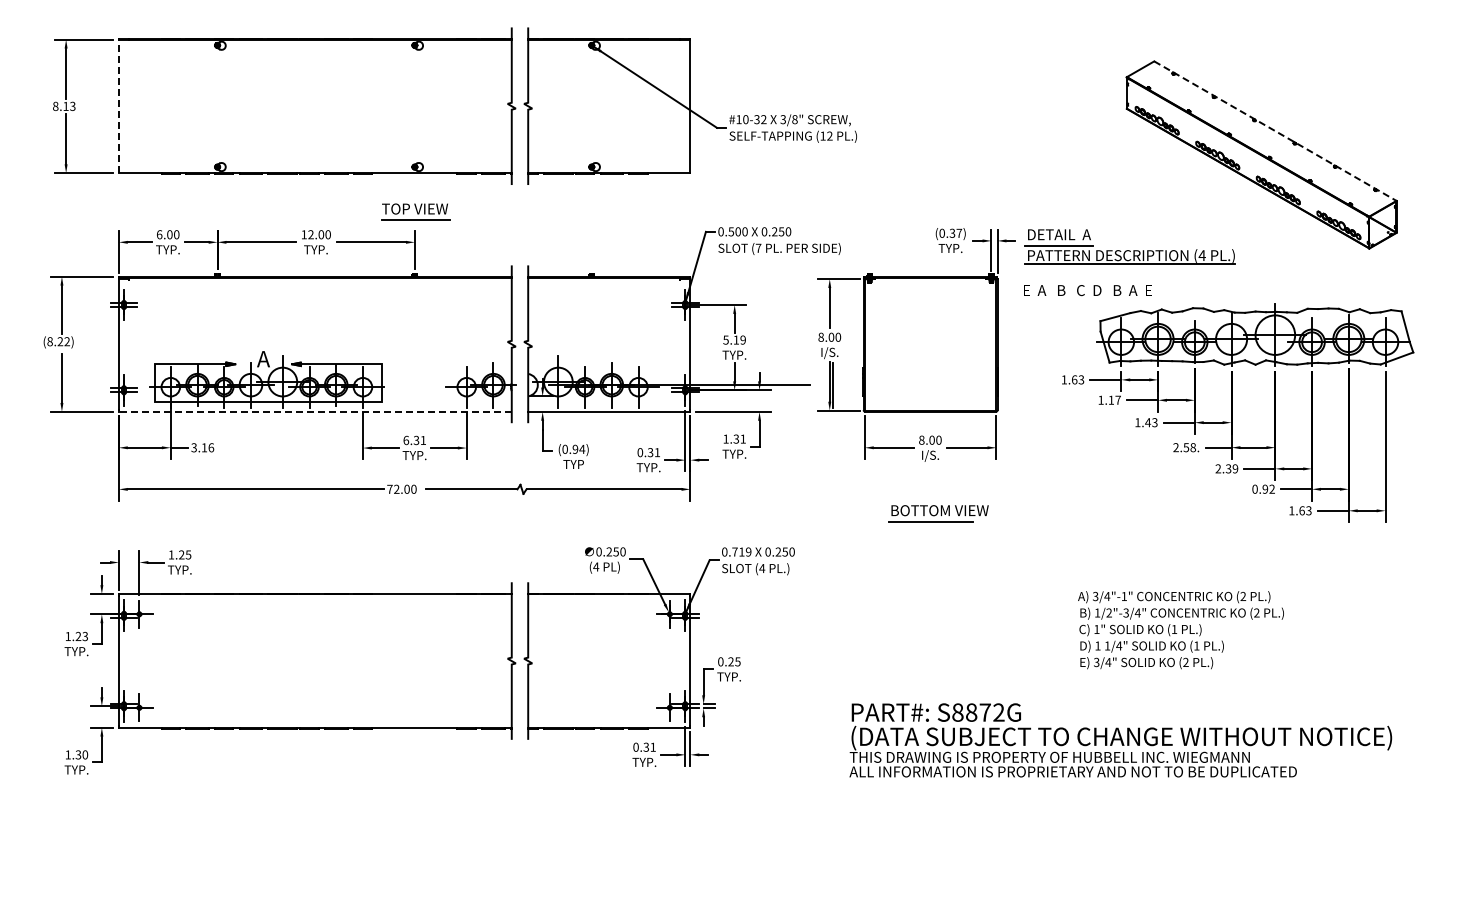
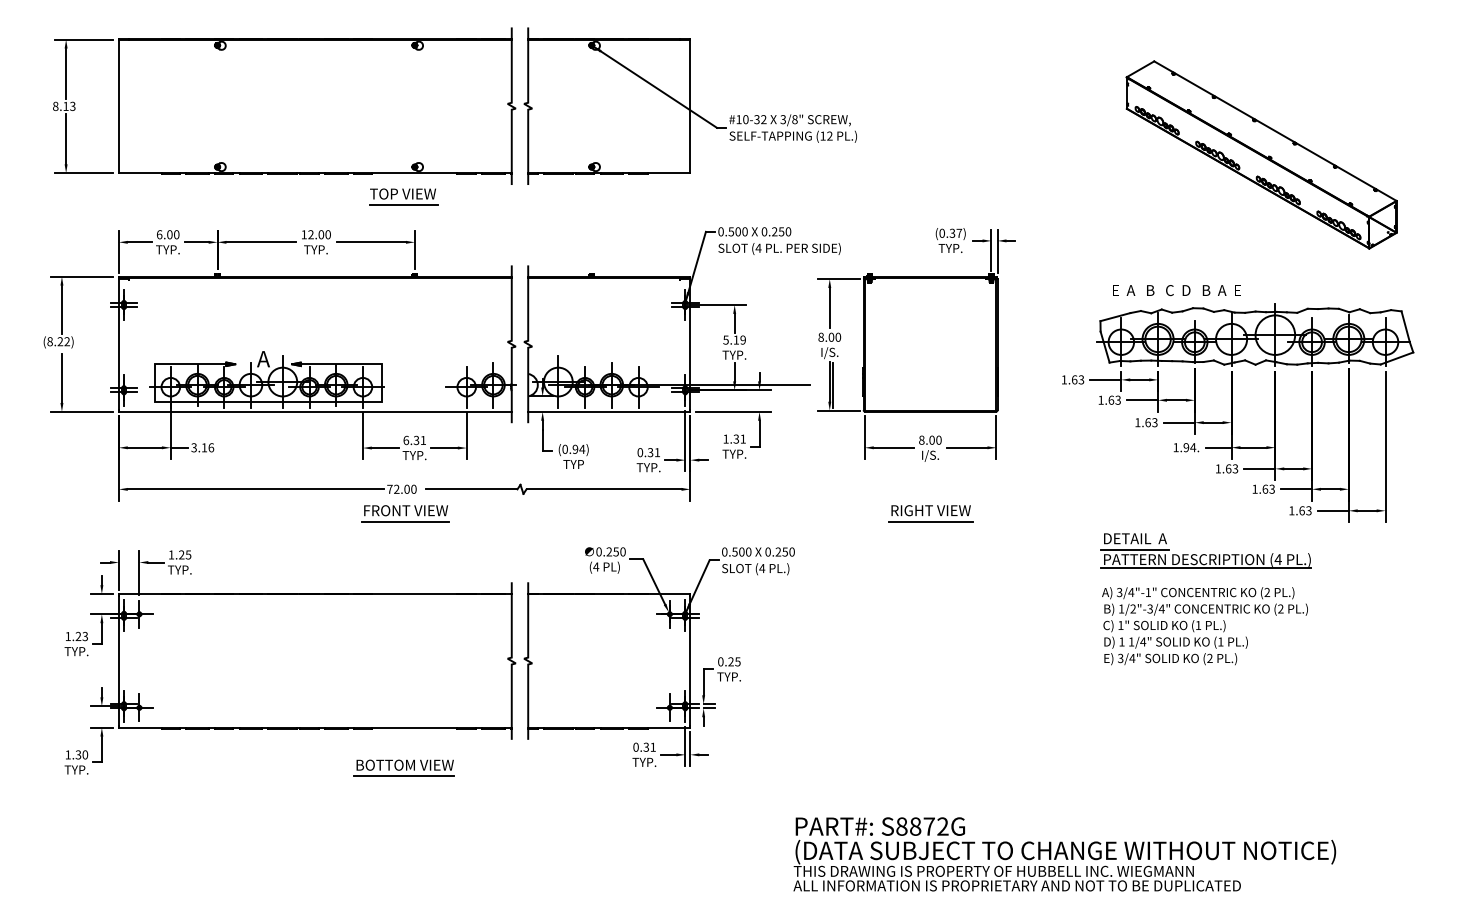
line at (118, 106): dashed -> solid
line at (1275, 131): dashed -> solid
part at (415, 211) position: (415, 211) -> (403, 196)
part at (1129, 246) position: (1129, 246) -> (1205, 550)
text at (758, 247): (7 -> (4
text at (1087, 290) position: (1087, 290) -> (1176, 290)
text at (1114, 399): 1.17 -> 1.63
line at (314, 411): dashed -> solid
text at (1148, 422): 1.43 -> 1.63
text at (1184, 447): 2.58. -> 1.94.
text at (1226, 468): 2.39 -> 1.63
text at (1263, 488): 0.92 -> 1.63
text at (940, 510): BOTTOM VIEW -> RIGHT VIEW
part at (405, 513): none -> present
text at (741, 551): 0.719 -> 0.500
text at (1180, 630) position: (1180, 630) -> (1204, 626)
text at (1120, 740) position: (1120, 740) -> (1064, 854)
part at (403, 767): none -> present
